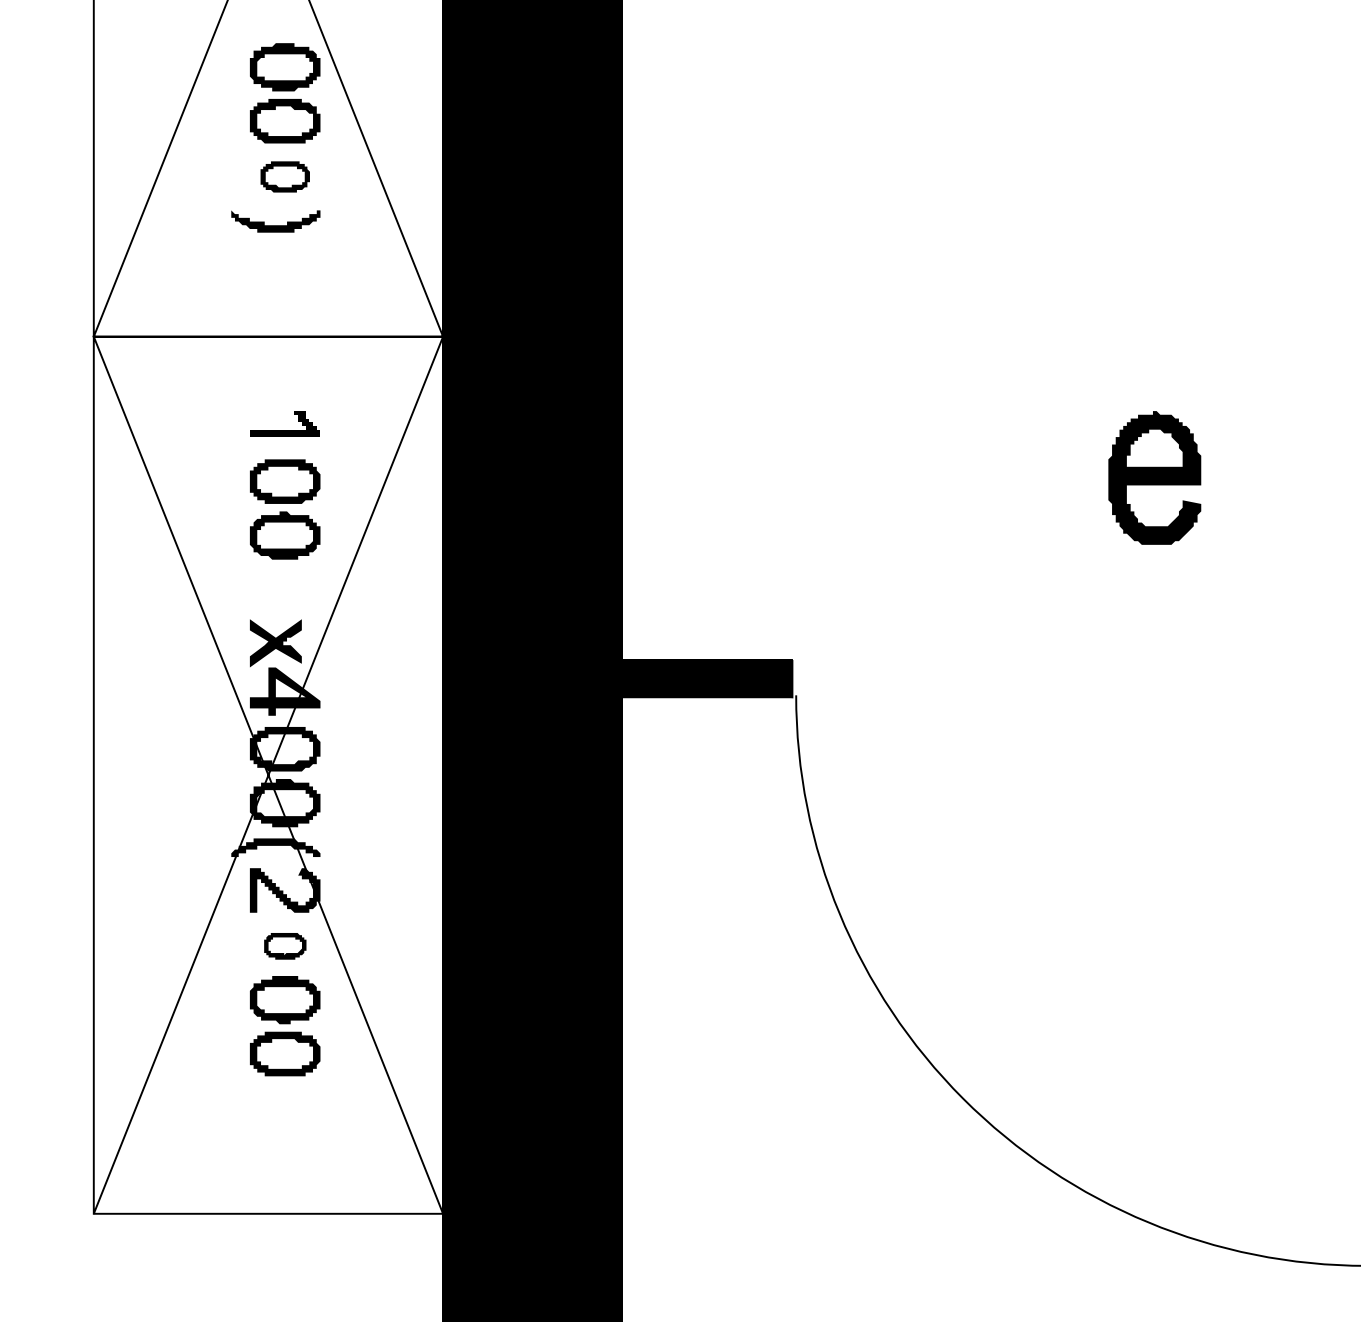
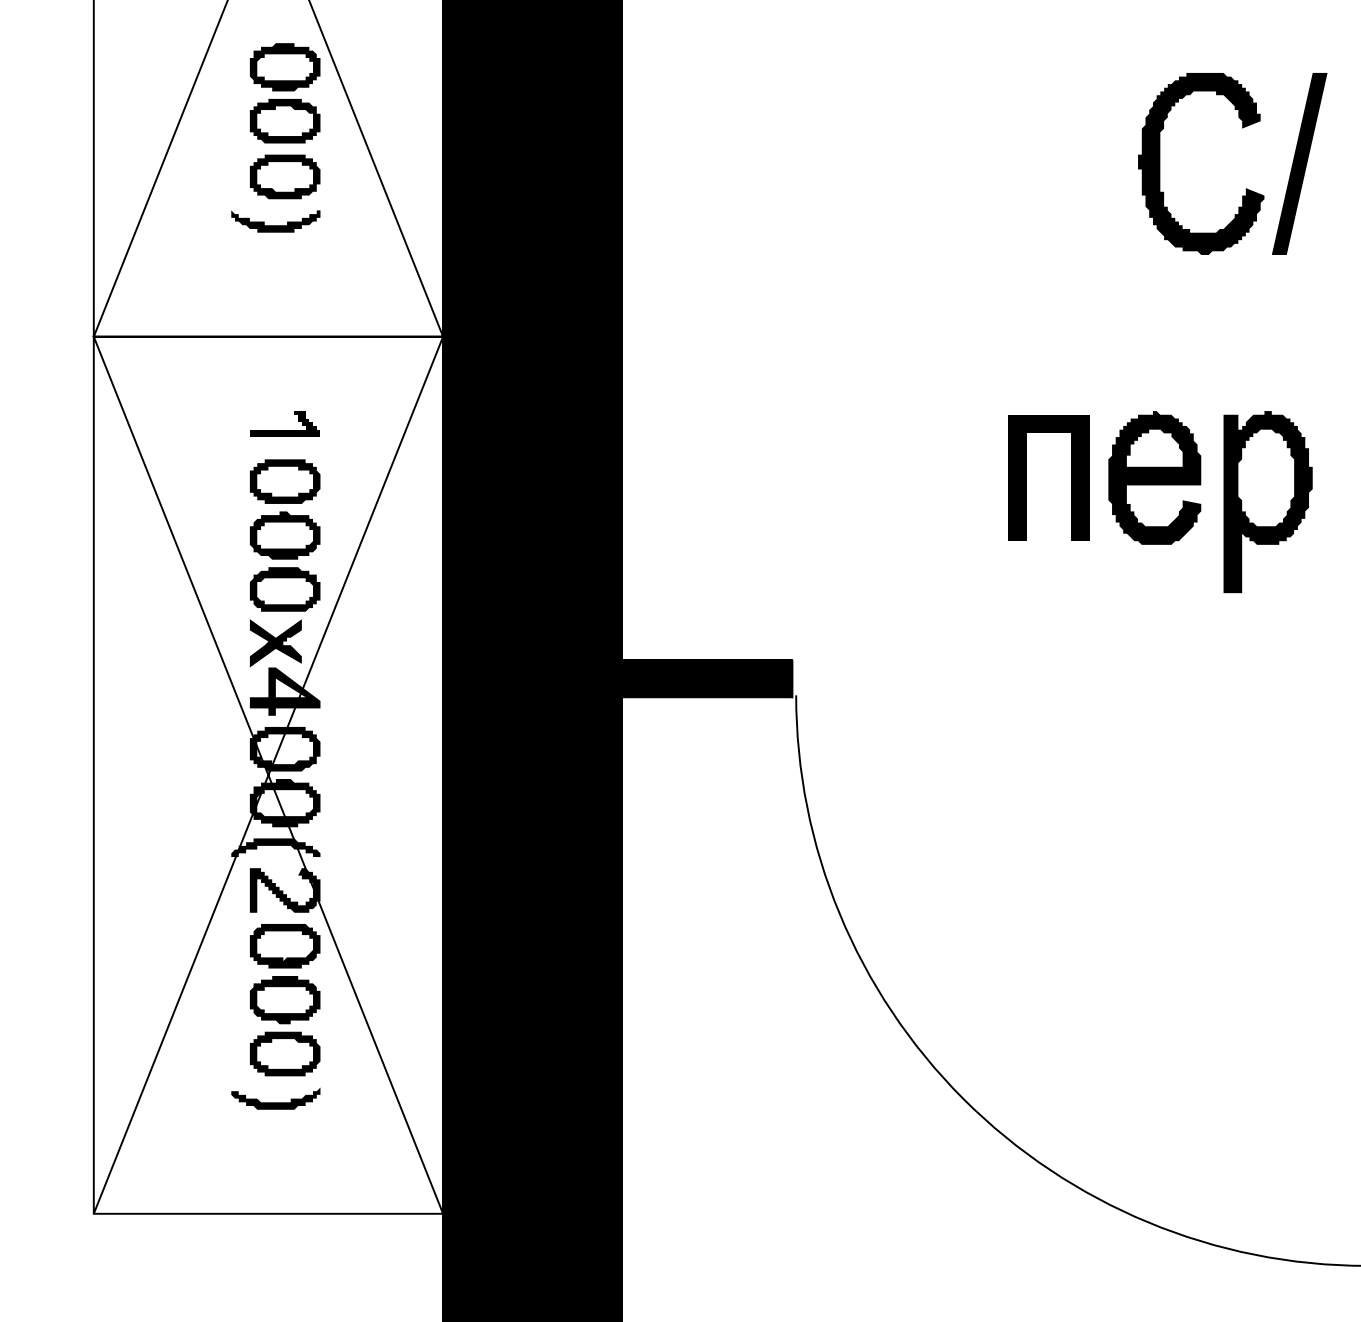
fill at (1201, 163): none -> present
fill at (1299, 163): none -> present
part at (284, 176) size: 50x32 px -> 71x46 px
fill at (1048, 477): none -> present
part at (1267, 502): none -> present
part at (285, 589): none -> present
part at (285, 946) size: 43x27 px -> 71x45 px
part at (275, 1098): none -> present
